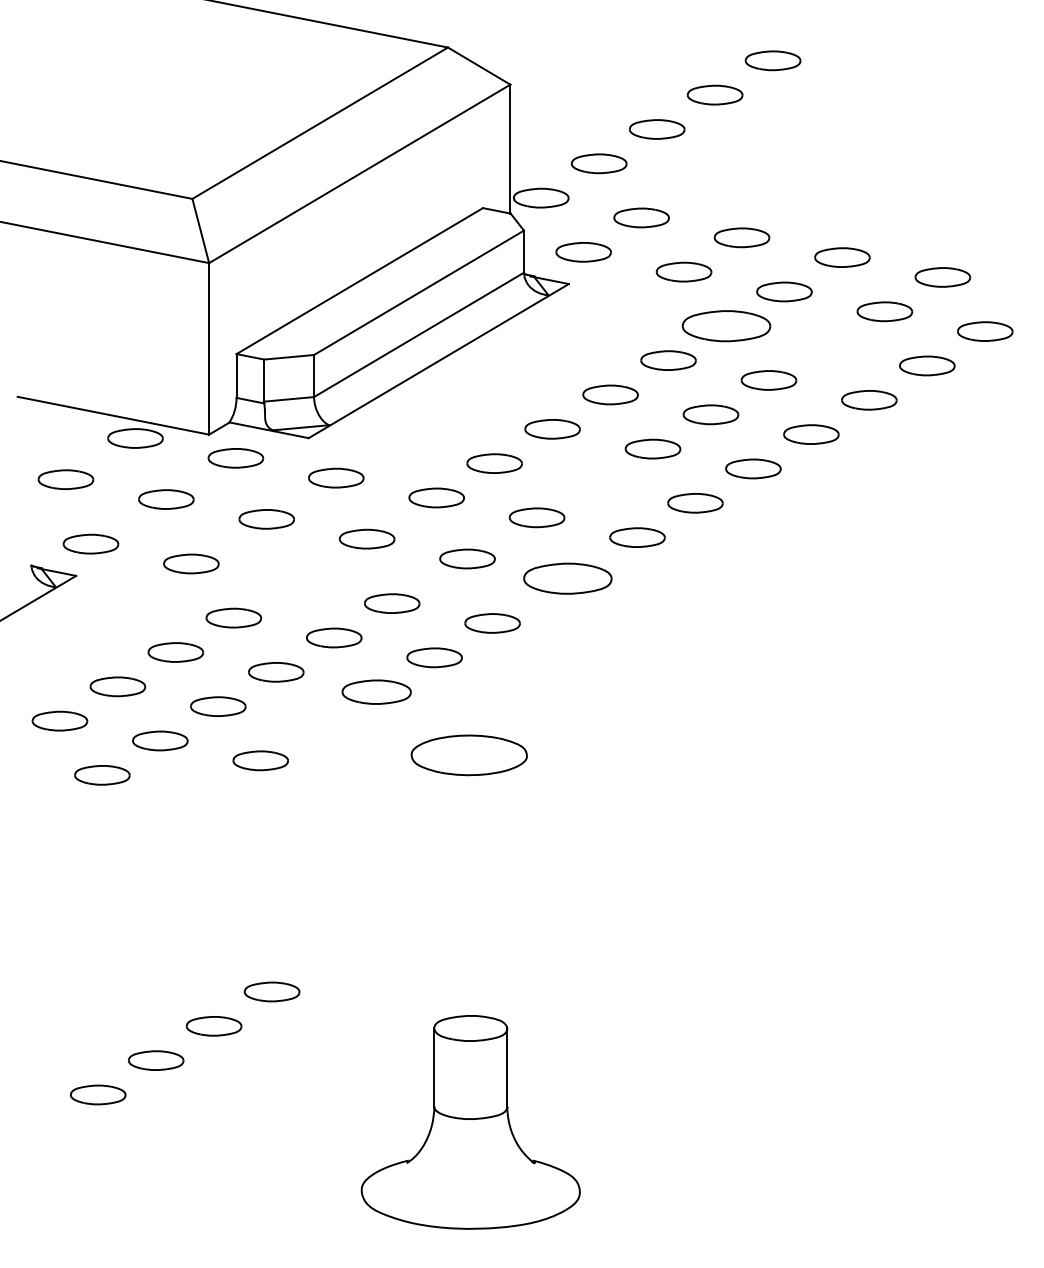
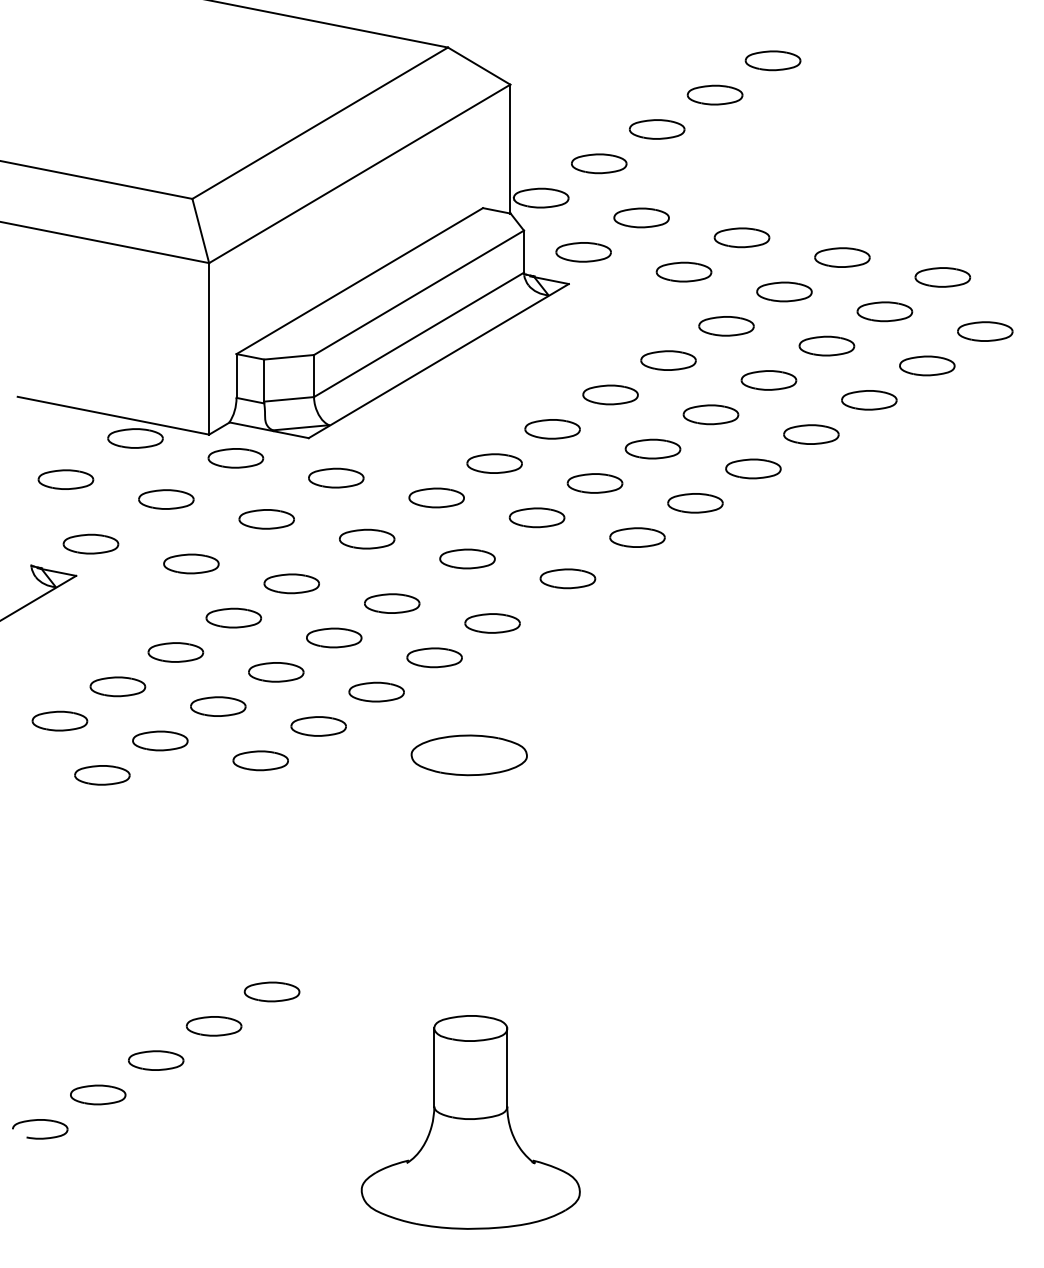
part at (726, 326) size: 91x33 px -> 57x21 px
part at (826, 345): none -> present
part at (594, 483): none -> present
part at (567, 578) size: 90x33 px -> 58x22 px
part at (291, 583): none -> present
part at (376, 691) size: 71x26 px -> 57x22 px
part at (318, 726): none -> present
part at (40, 1137): none -> present
